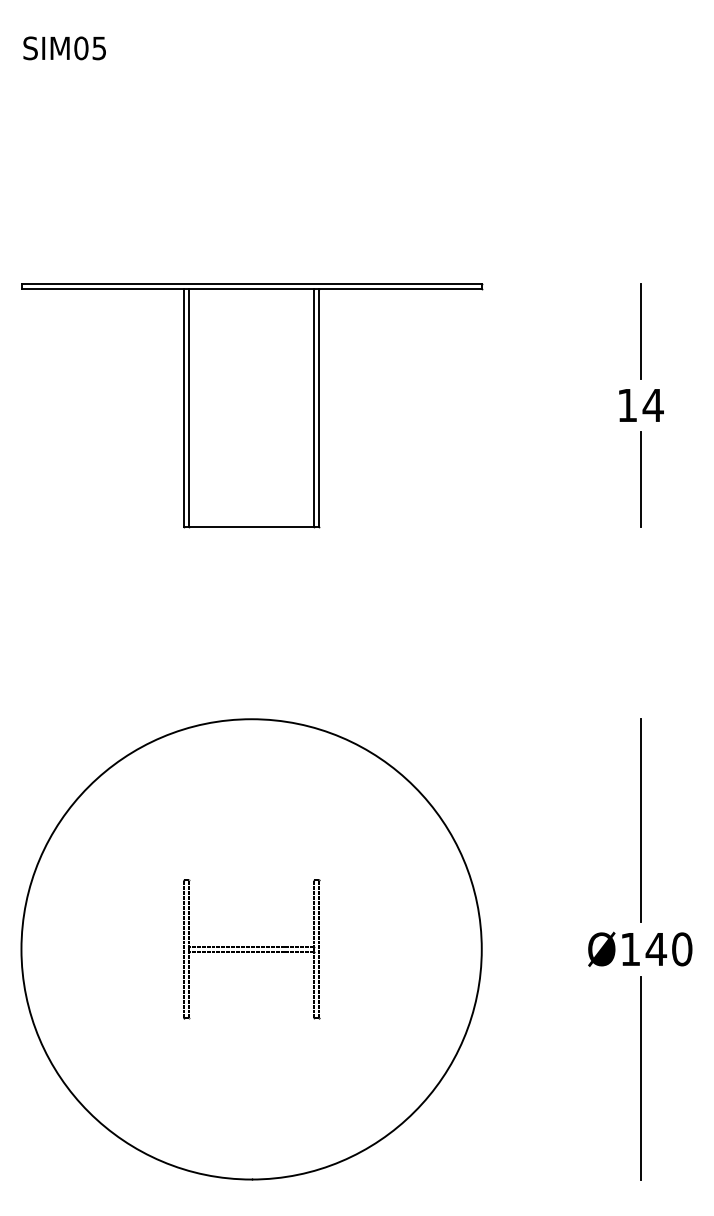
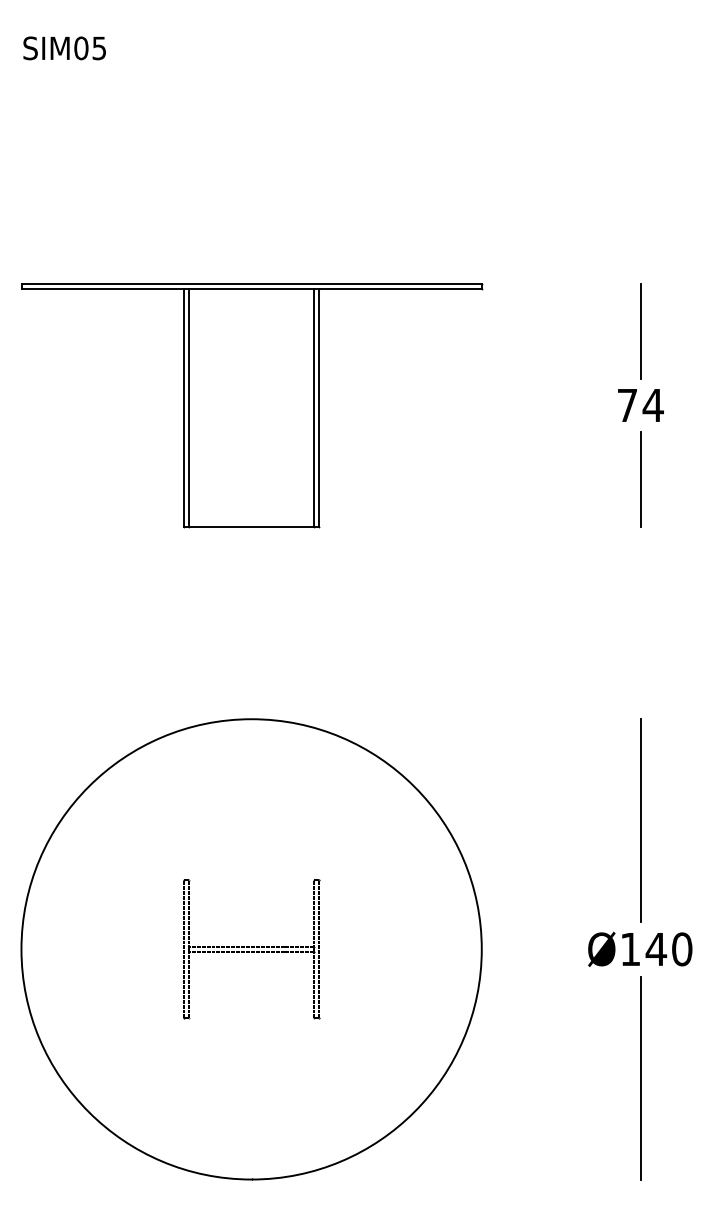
text at (627, 405): 14 -> 74
